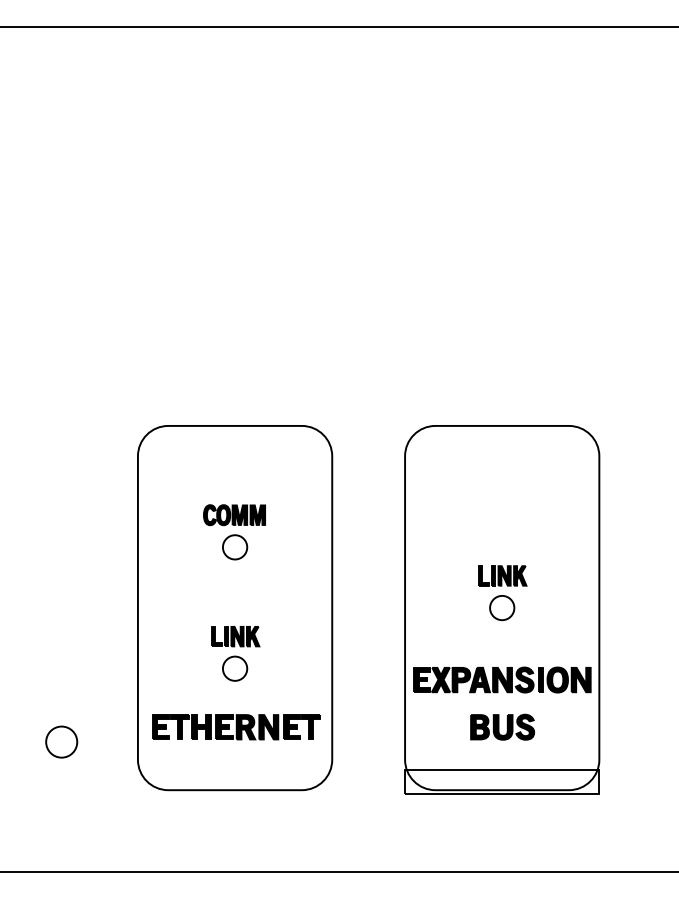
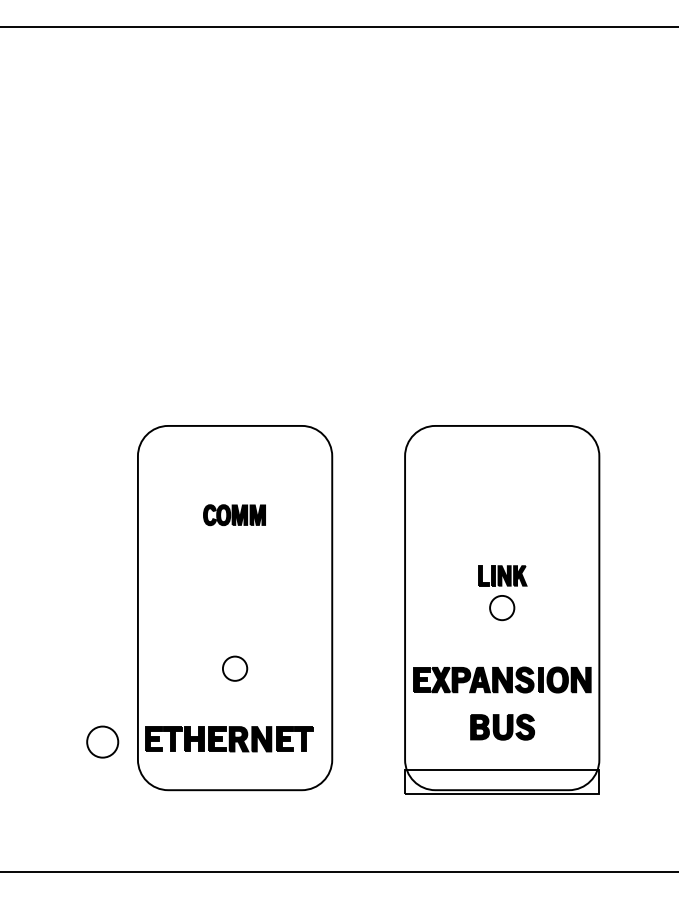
part at (235, 547): present -> none
part at (235, 636): present -> none
part at (236, 727) position: (236, 727) -> (229, 739)
part at (61, 741) position: (61, 741) -> (102, 741)
